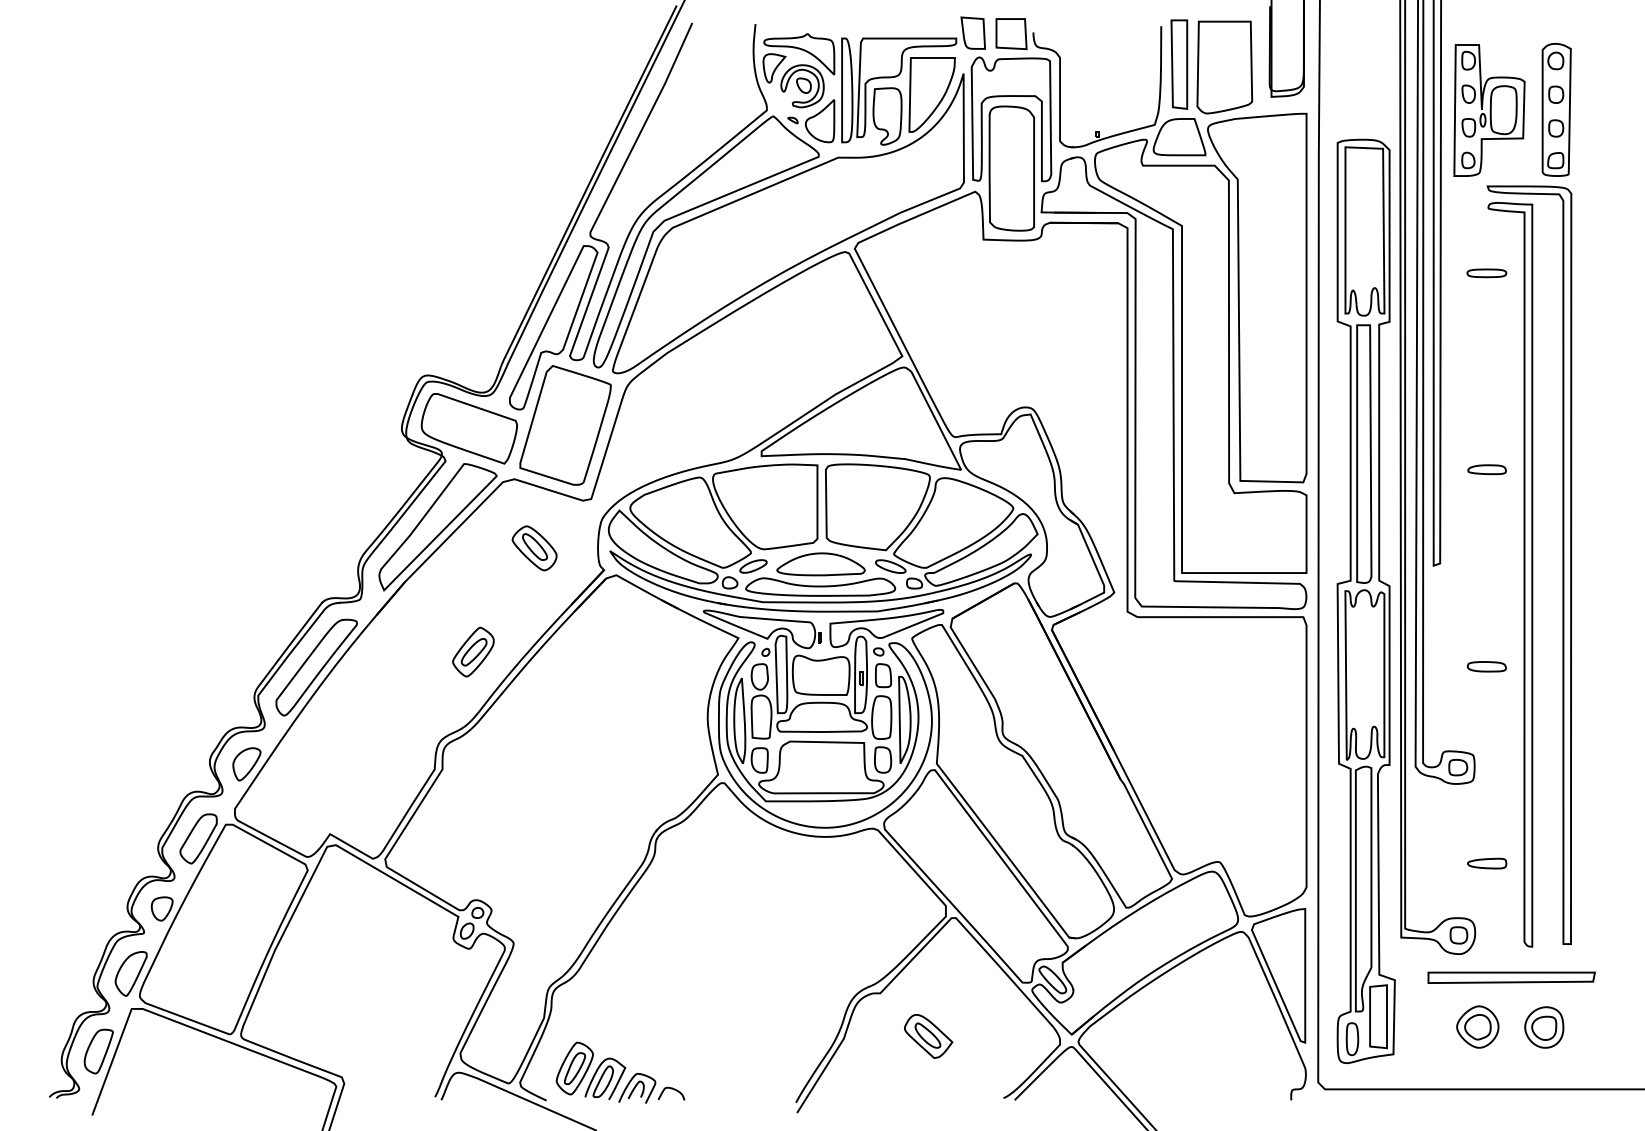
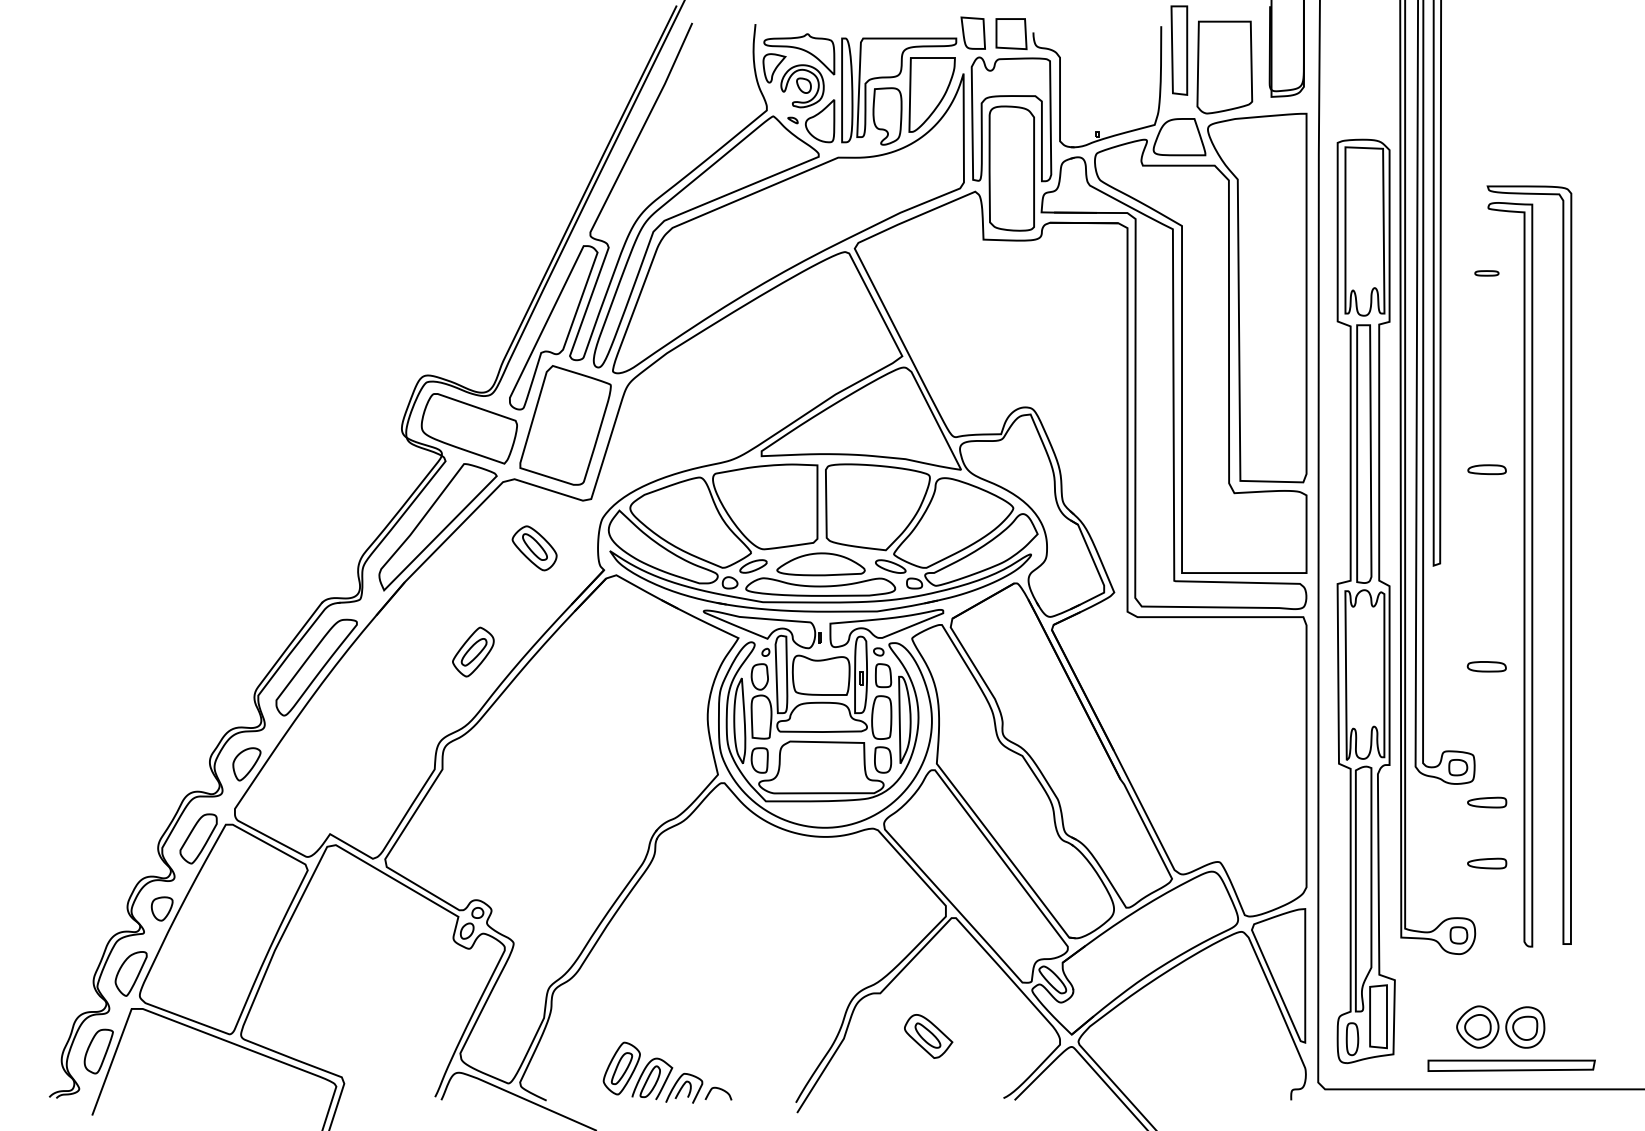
part at (1179, 64) position: (1179, 64) -> (1179, 50)
part at (1556, 109): present -> none
part at (1489, 110): present -> none
part at (1486, 273) size: 42x11 px -> 26x7 px
part at (1487, 802): none -> present
part at (1511, 977) position: (1511, 977) -> (1511, 1065)
part at (1544, 1027) position: (1544, 1027) -> (1525, 1027)
part at (620, 1072) position: (620, 1072) -> (667, 1072)
